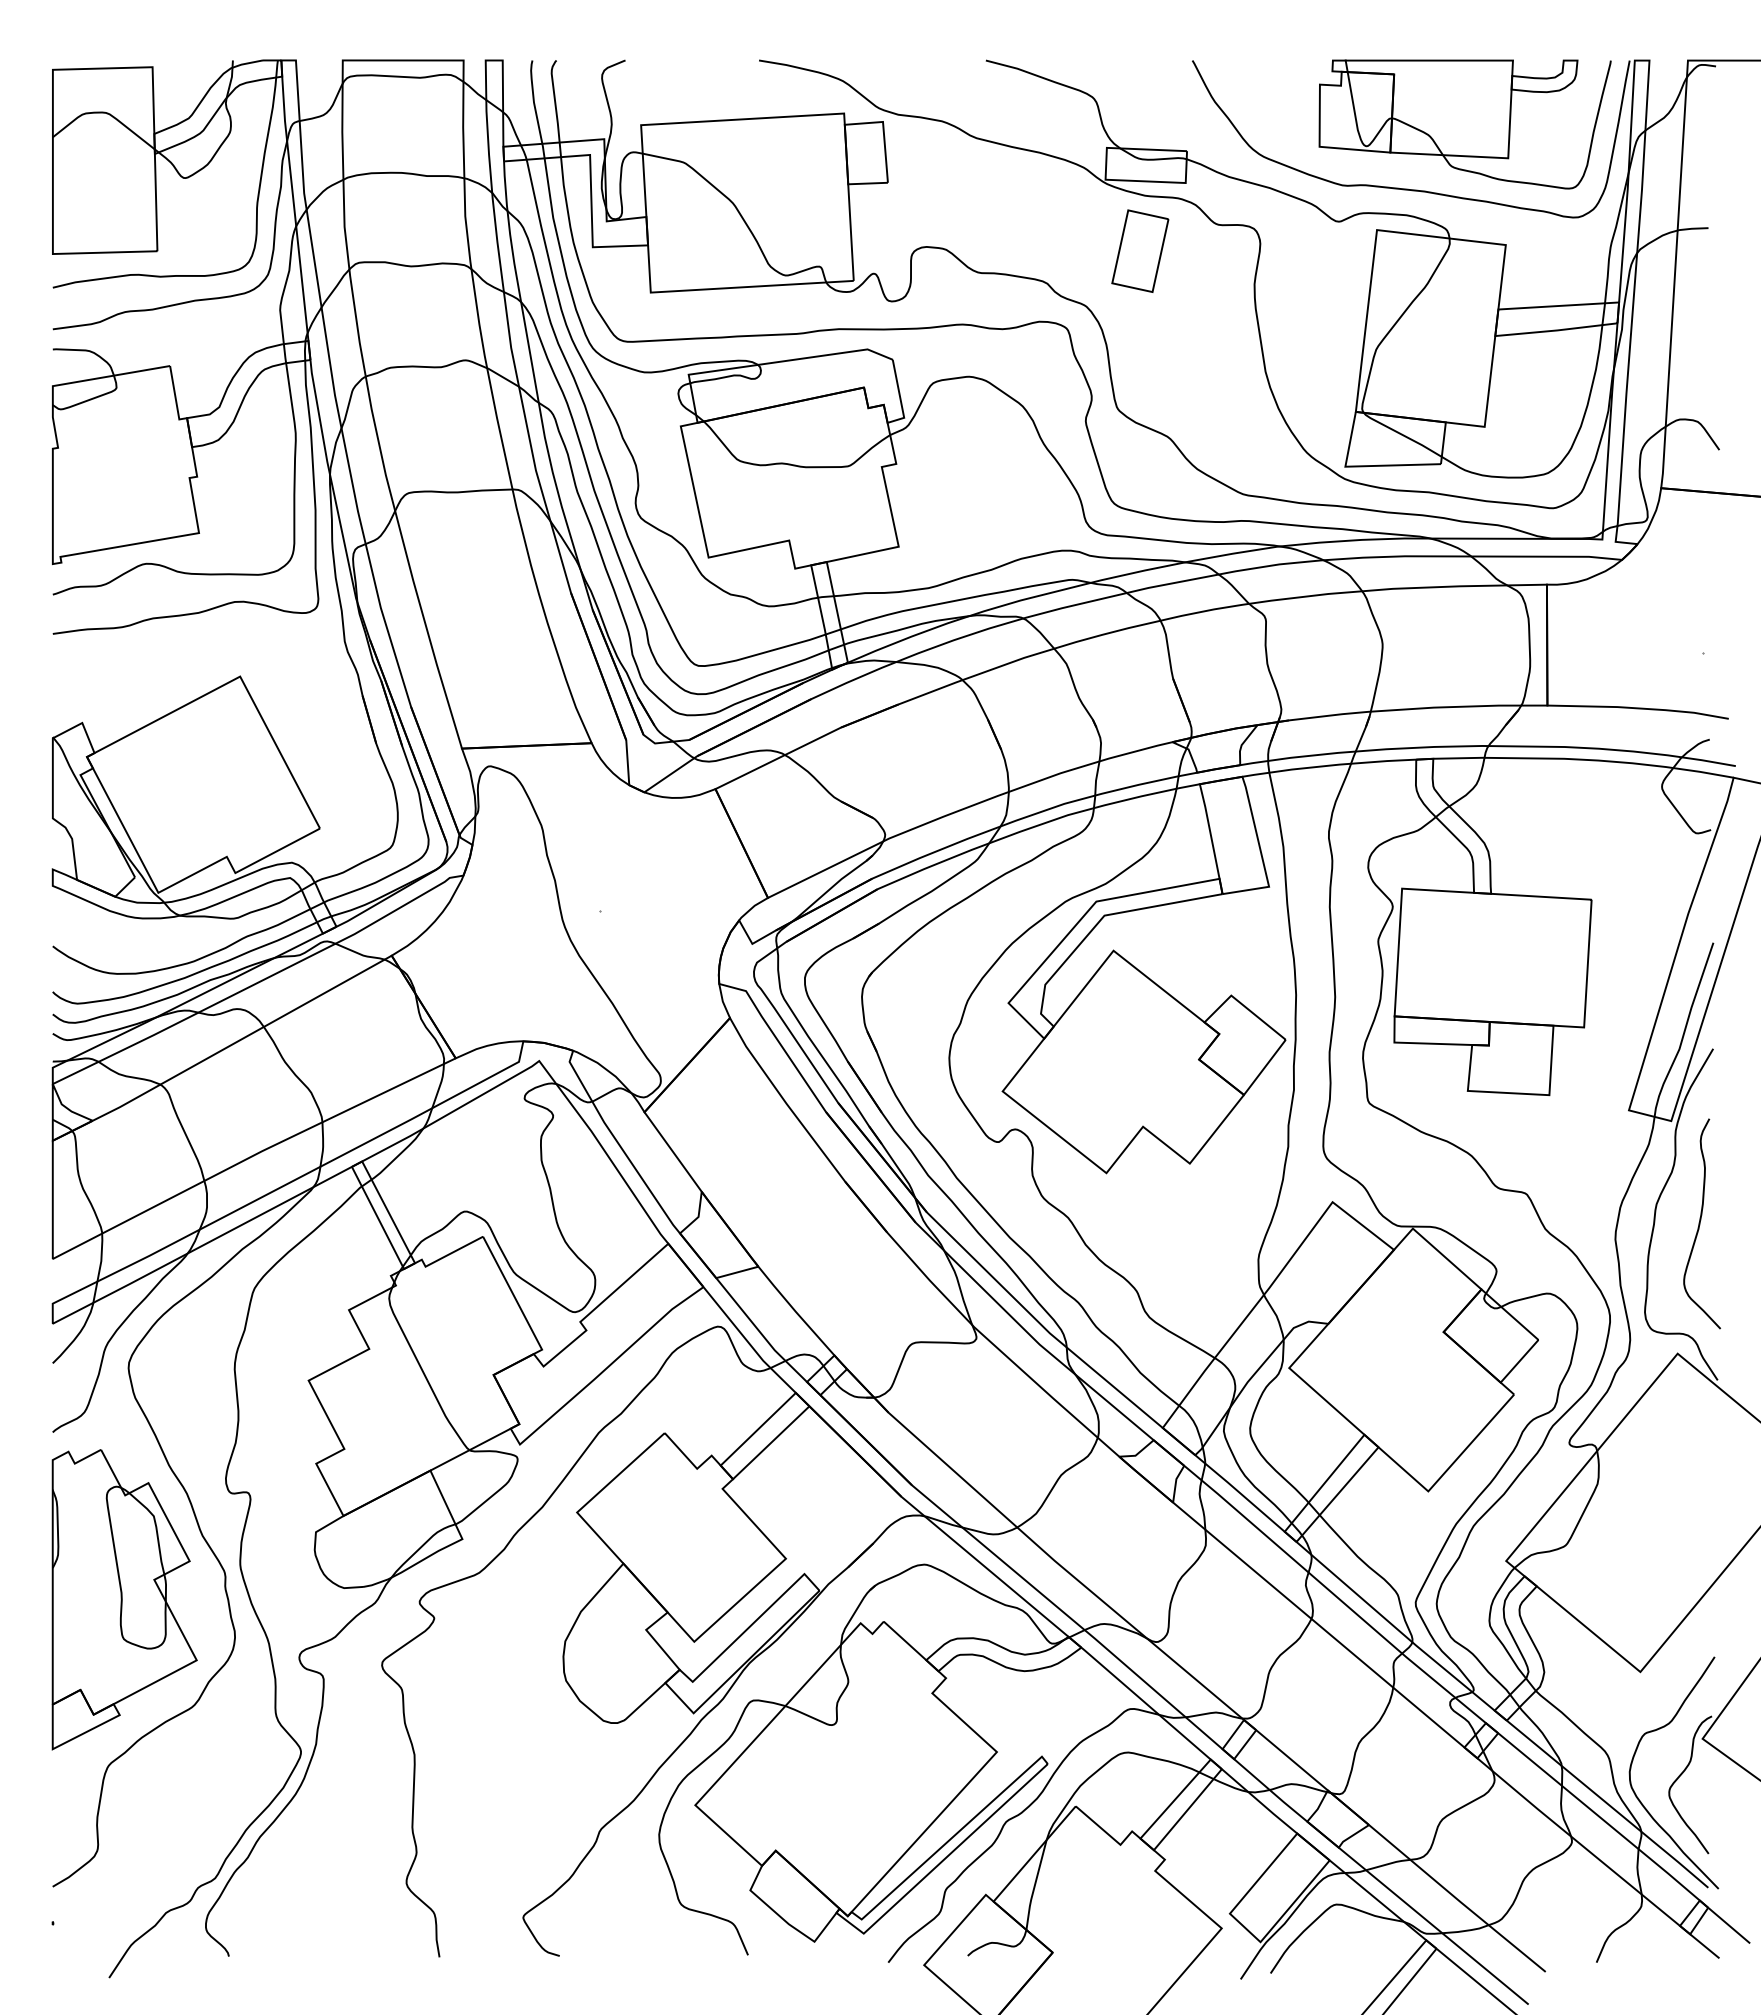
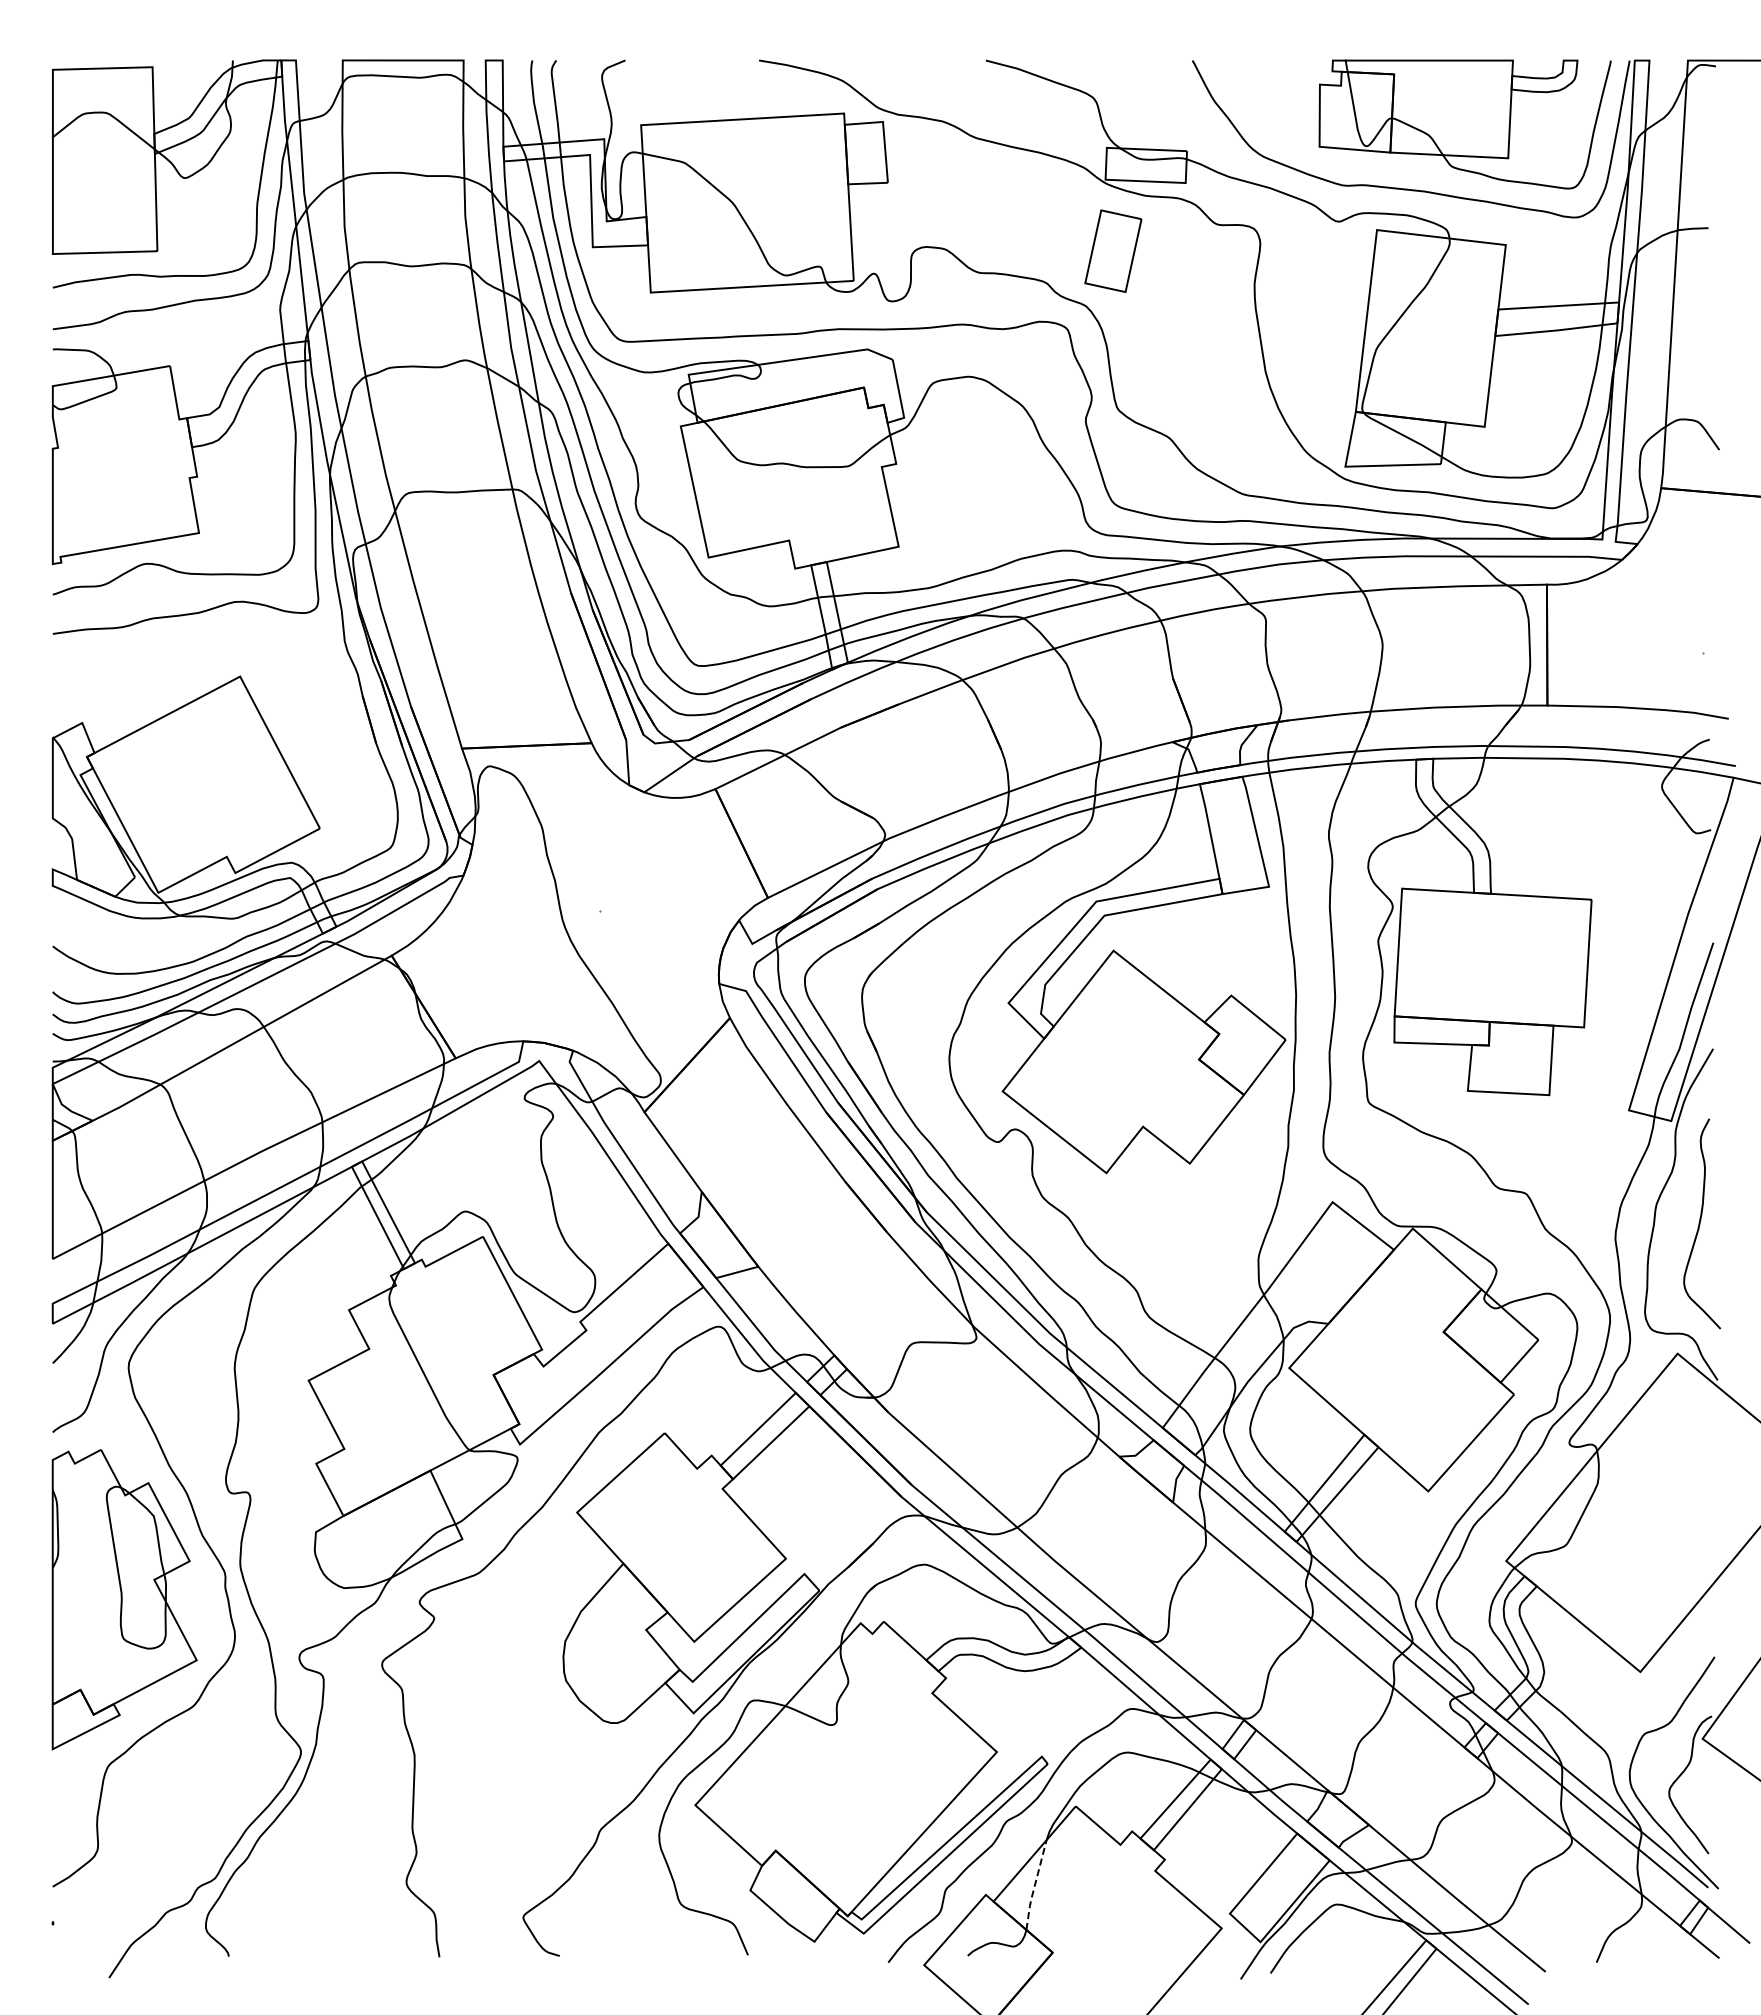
part at (1140, 250) position: (1140, 250) -> (1113, 250)
line at (1034, 1885): solid -> dashed
